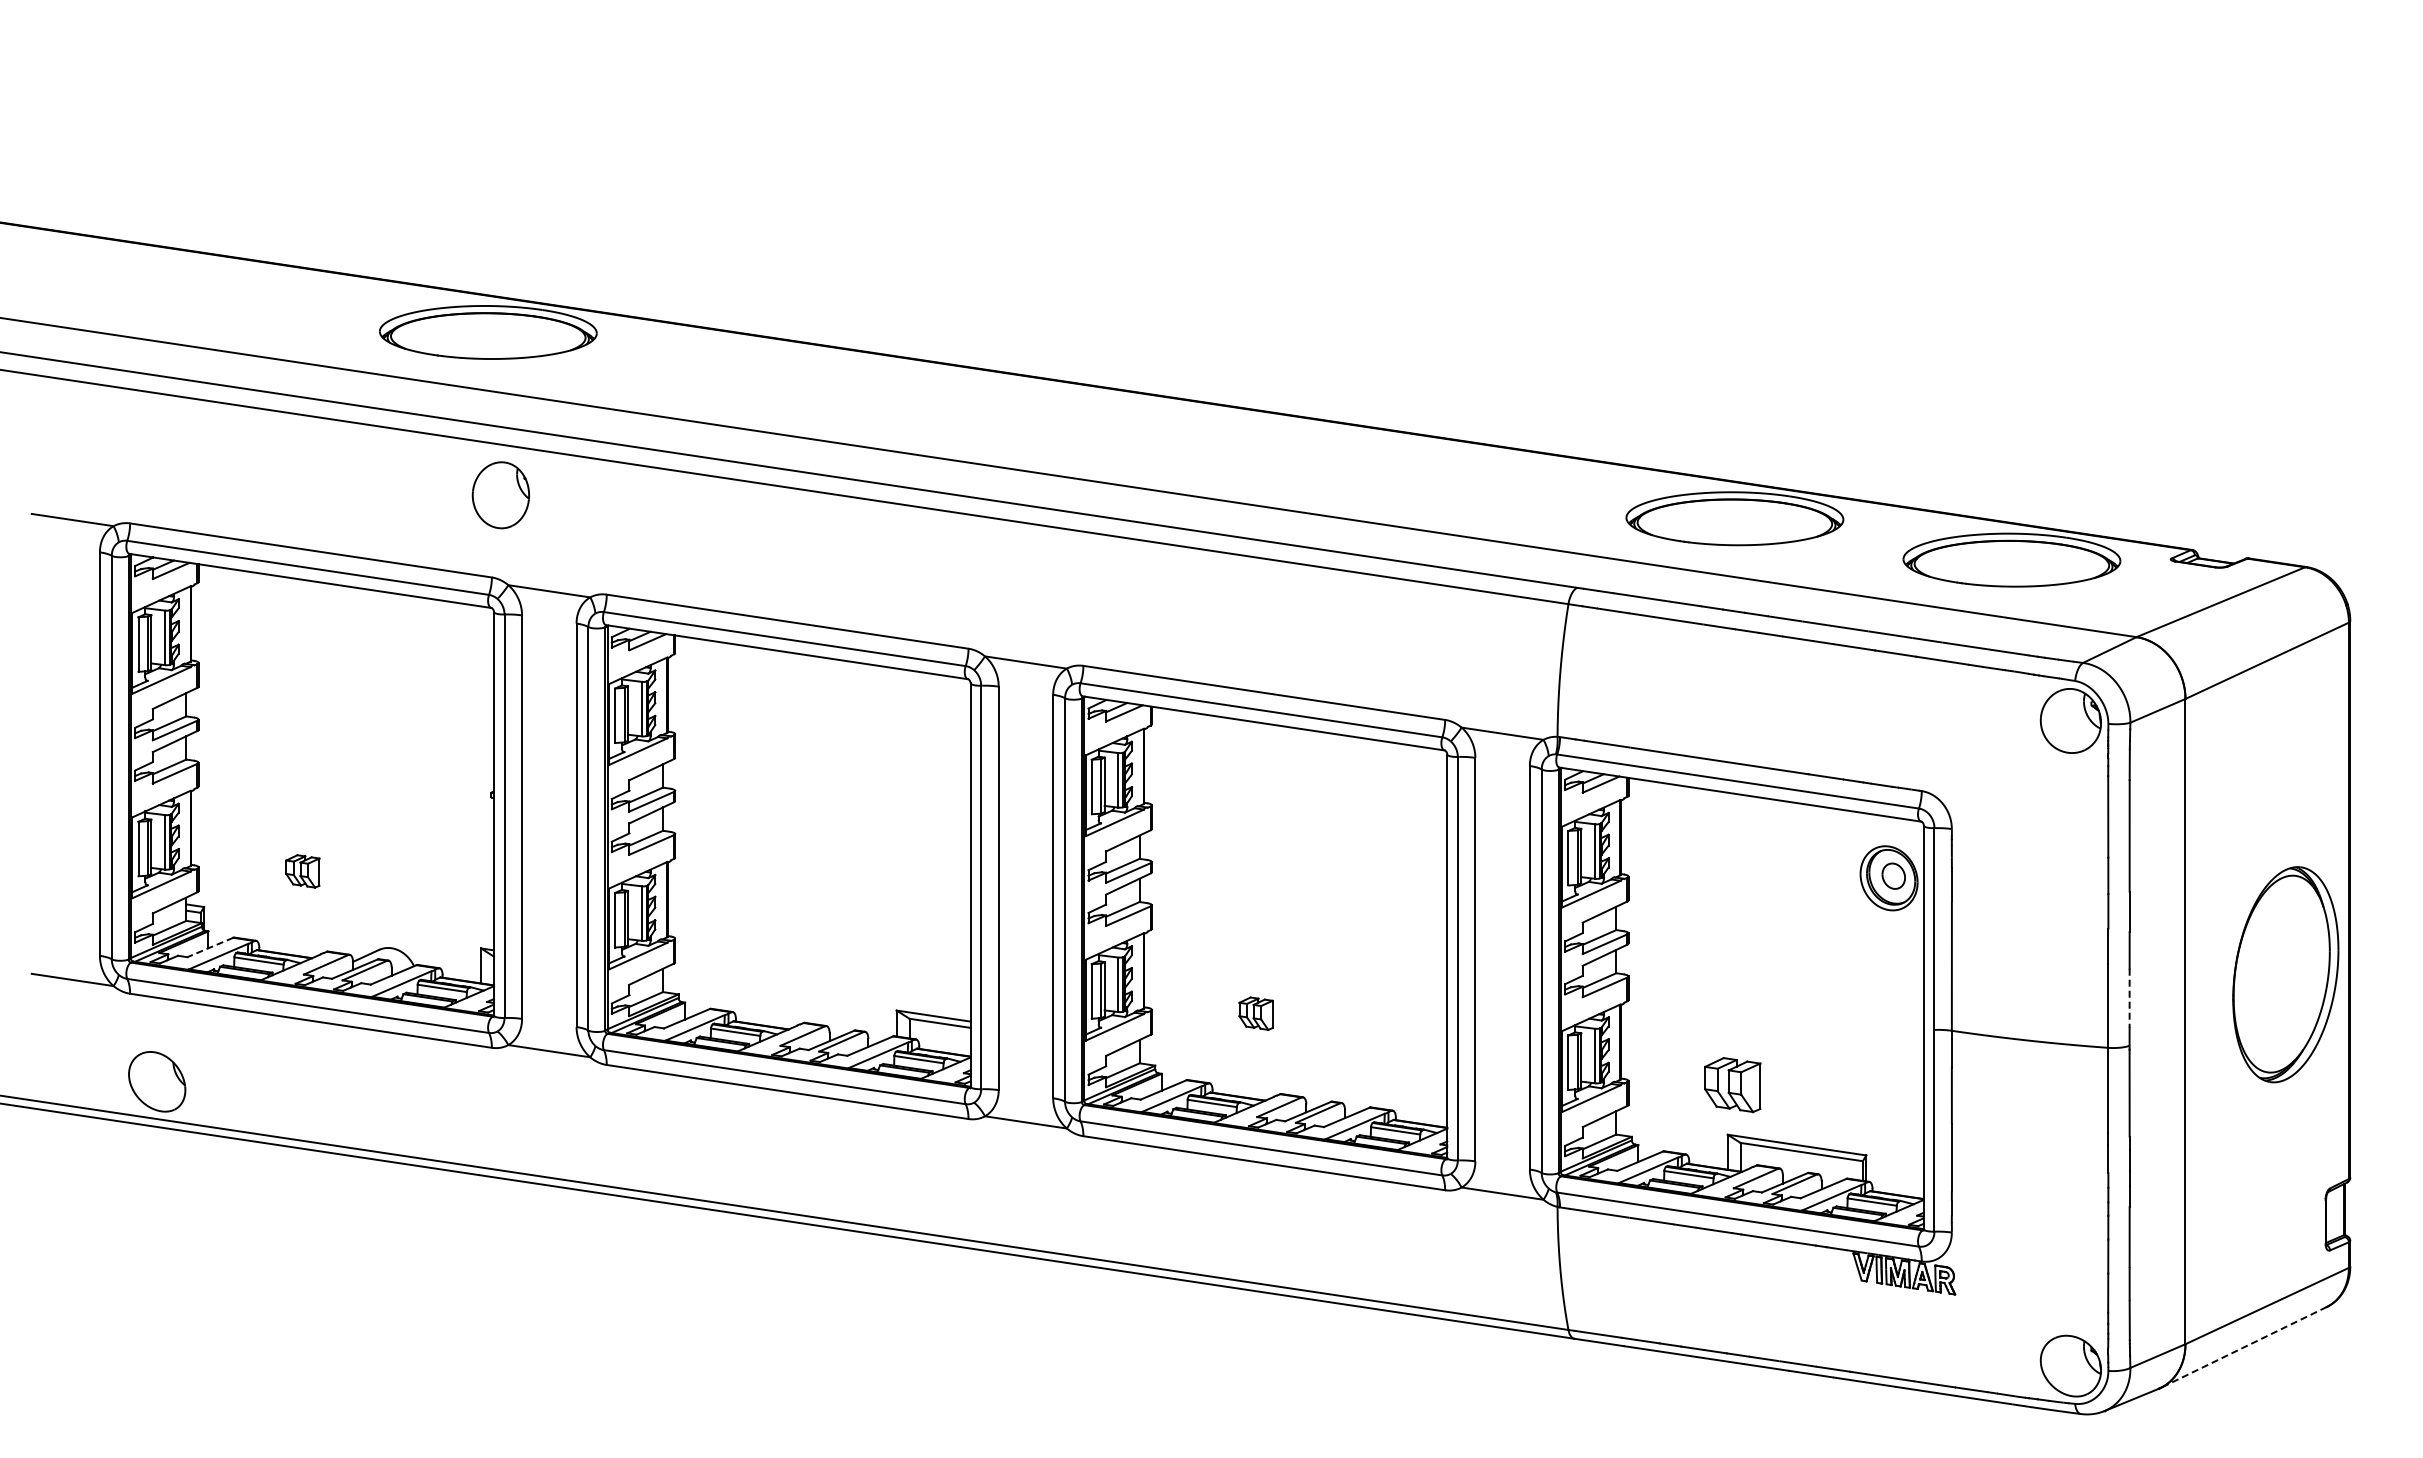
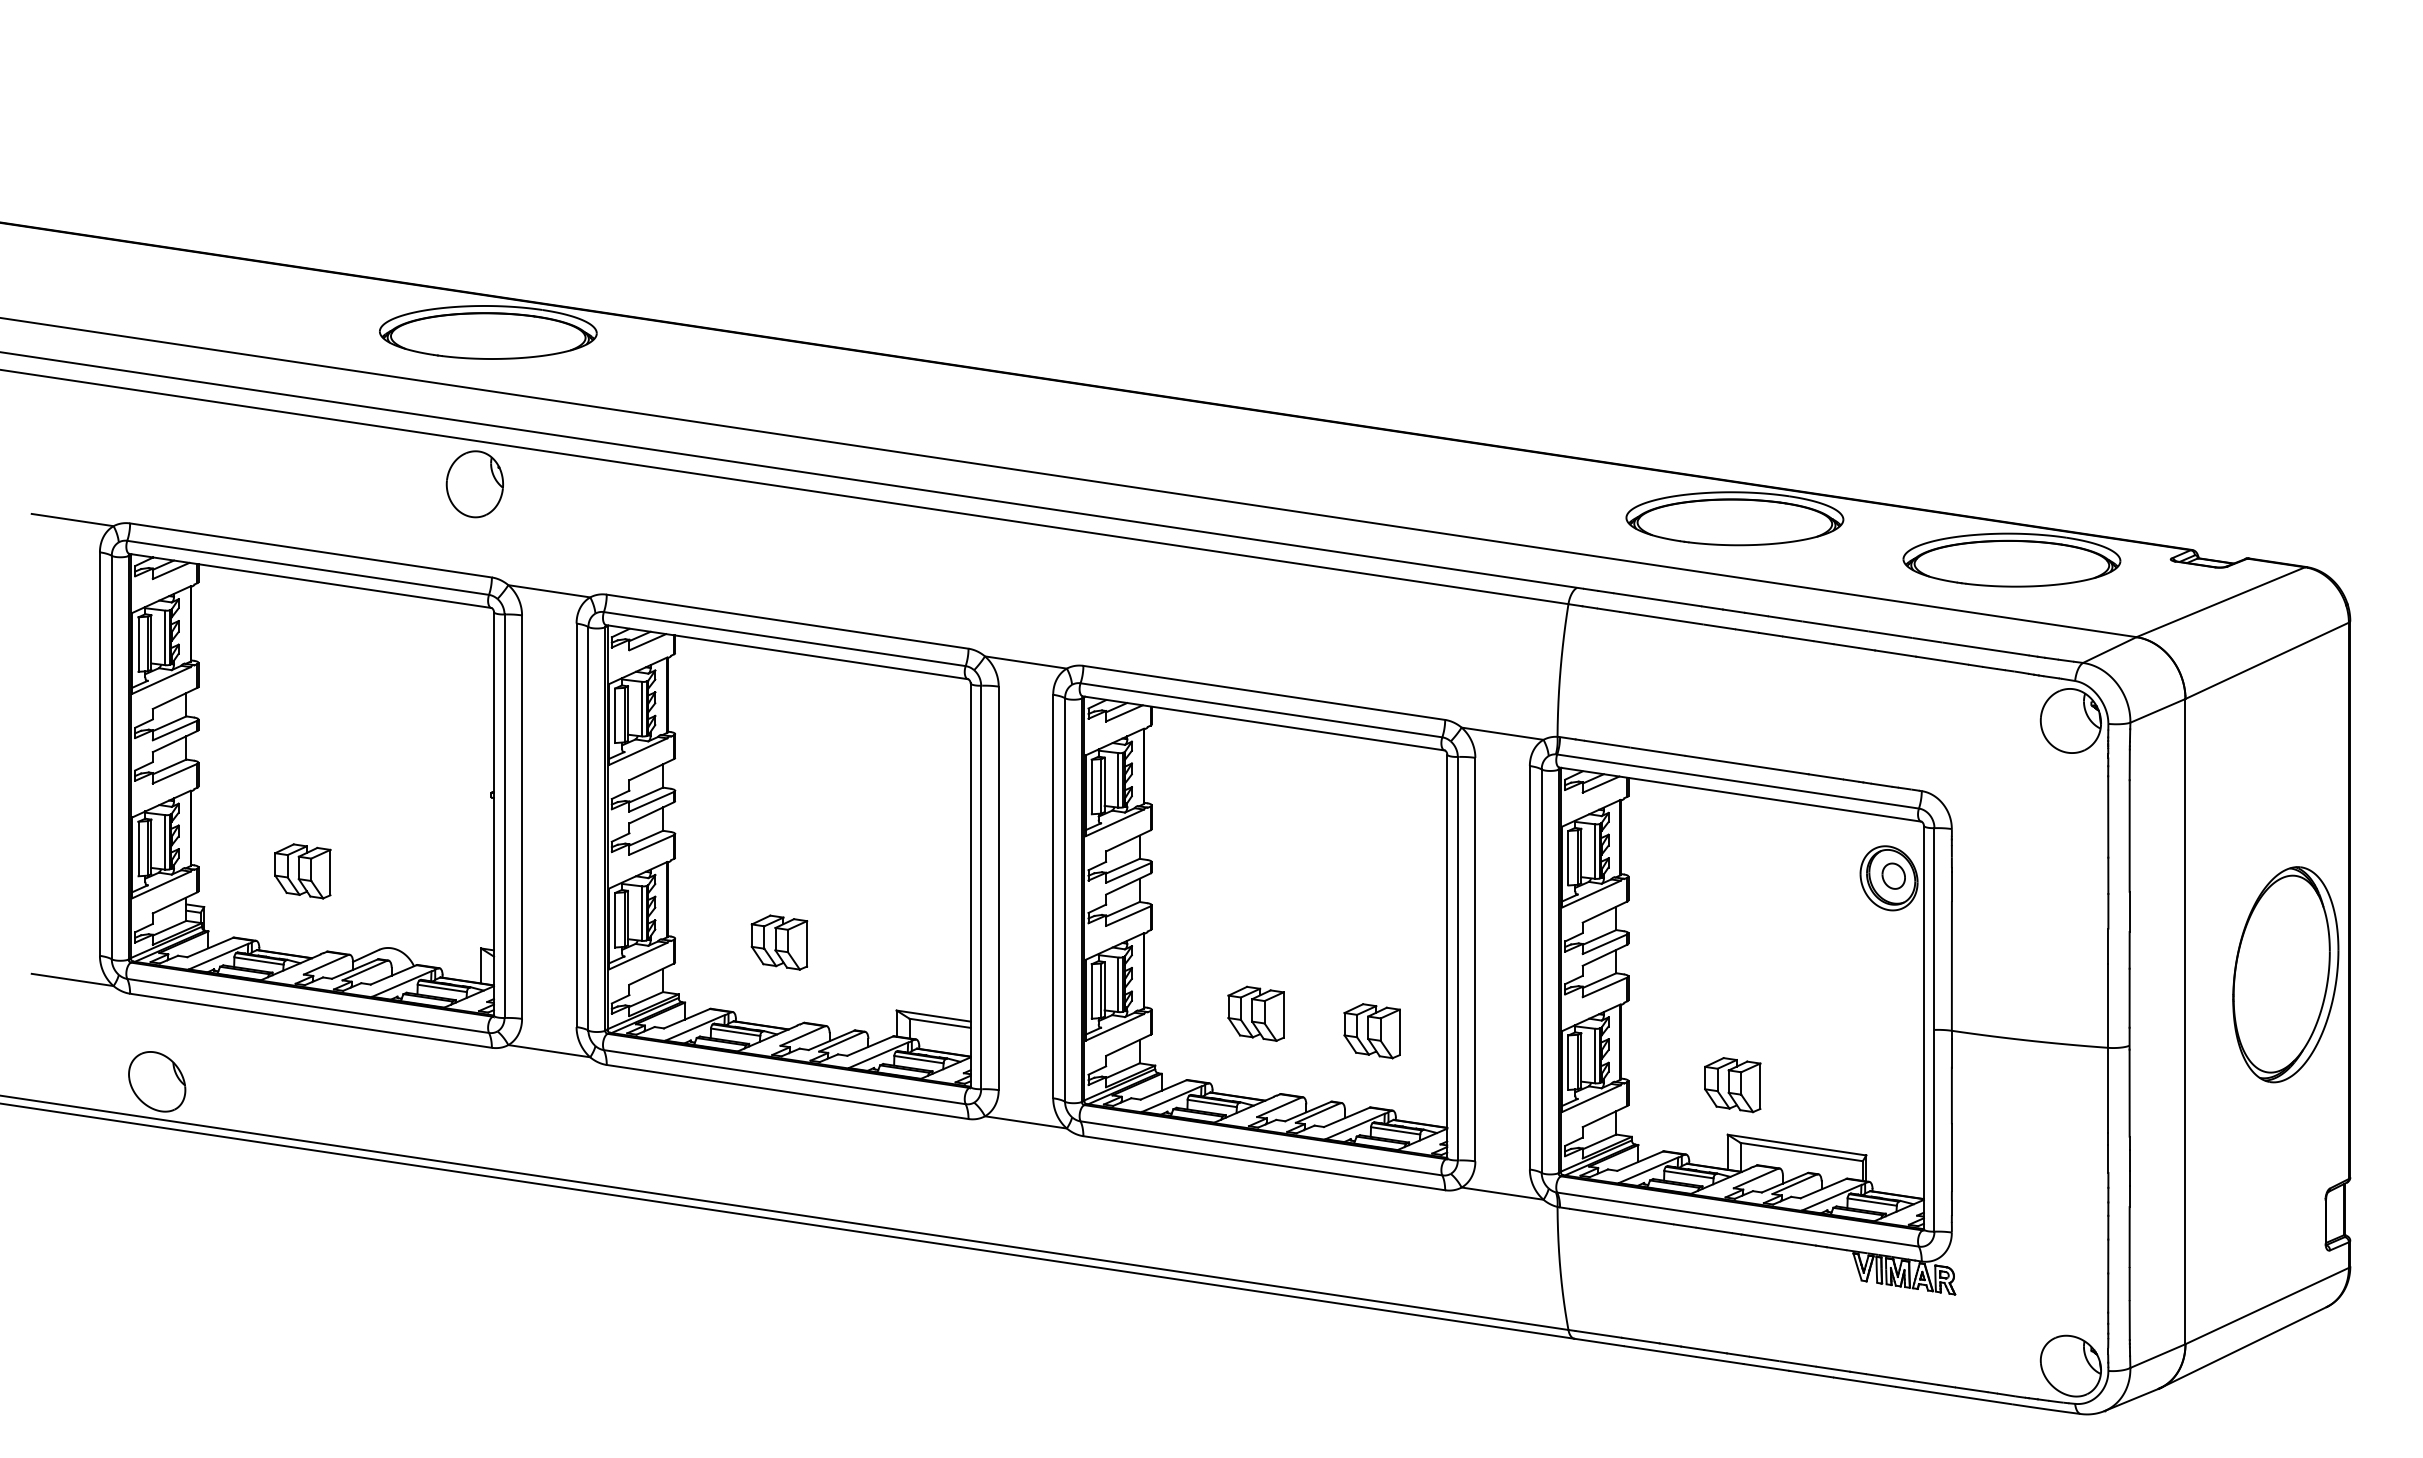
part at (500, 495) position: (500, 495) -> (474, 484)
part at (302, 871) size: 36x35 px -> 58x57 px
part at (779, 942): none -> present
line at (210, 947): dashed -> solid
line at (2129, 998): dashed -> solid
part at (1255, 1013) size: 36x35 px -> 58x57 px
part at (1371, 1031): none -> present
line at (2243, 1347): dashed -> solid
